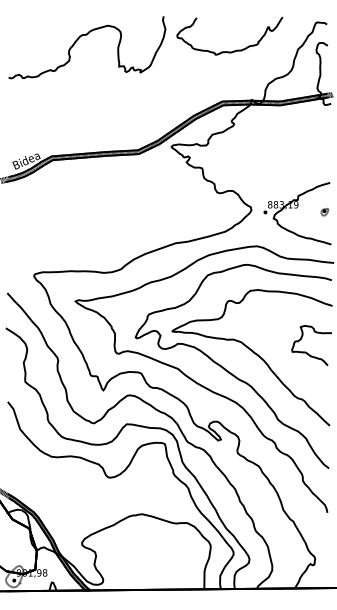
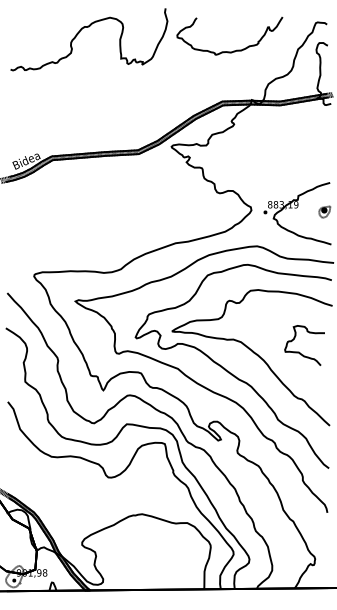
curve at (77, 41) position: (77, 41) -> (79, 33)
part at (324, 212) size: 10x9 px -> 14x14 px
curve at (306, 351) position: (306, 351) -> (299, 351)
